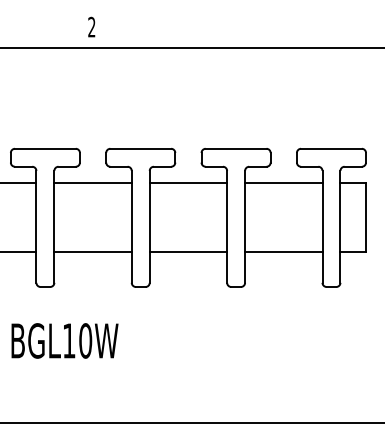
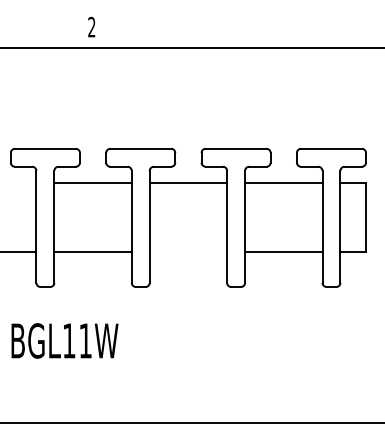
line at (19, 183): present -> none
line at (188, 252): present -> none
text at (85, 340): BGL10W -> BGL11W
